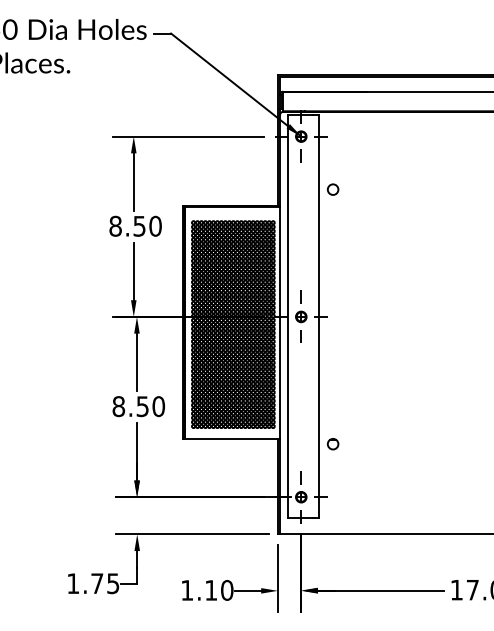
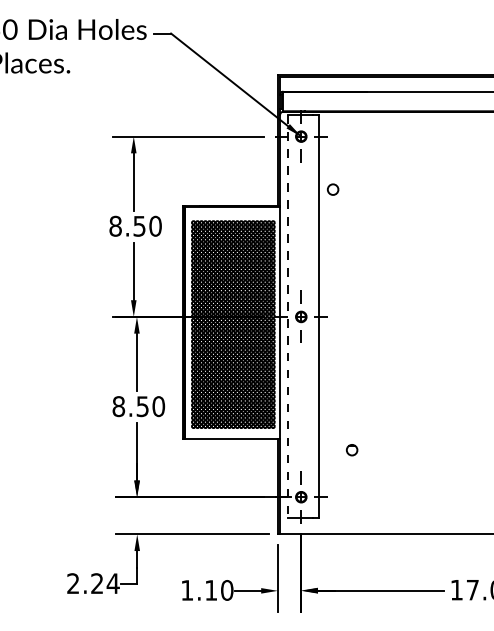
line at (287, 317): solid -> dashed
circle at (333, 444) position: (333, 444) -> (352, 450)
text at (93, 583): 1.75 -> 2.24
